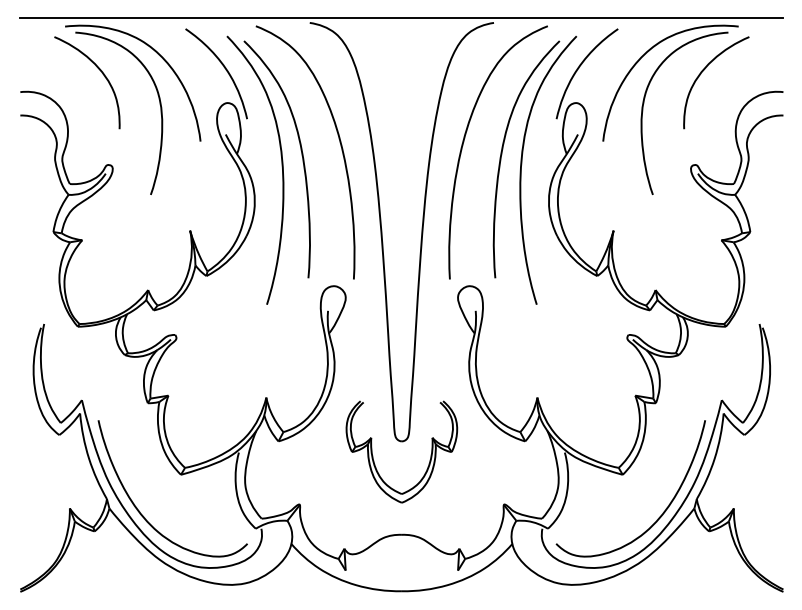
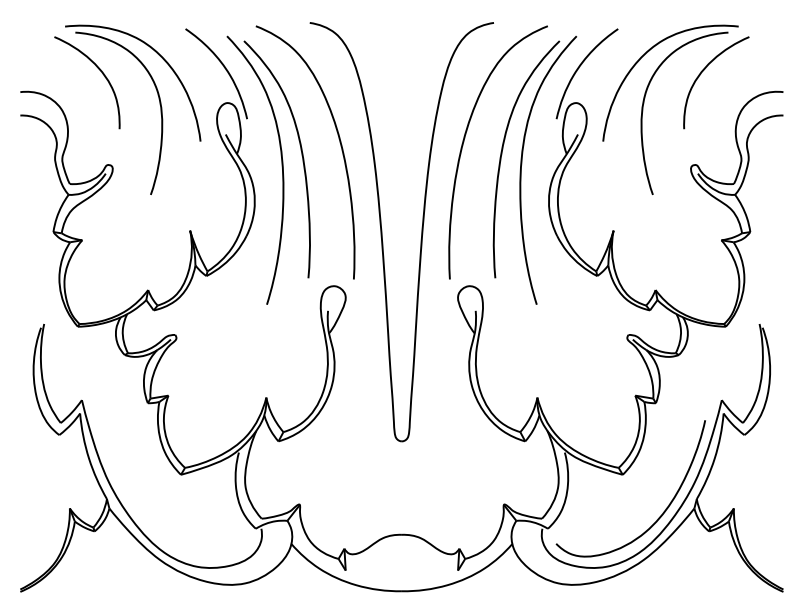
line at (401, 18): present -> none
part at (373, 455): present -> none
curve at (140, 511): present -> none
